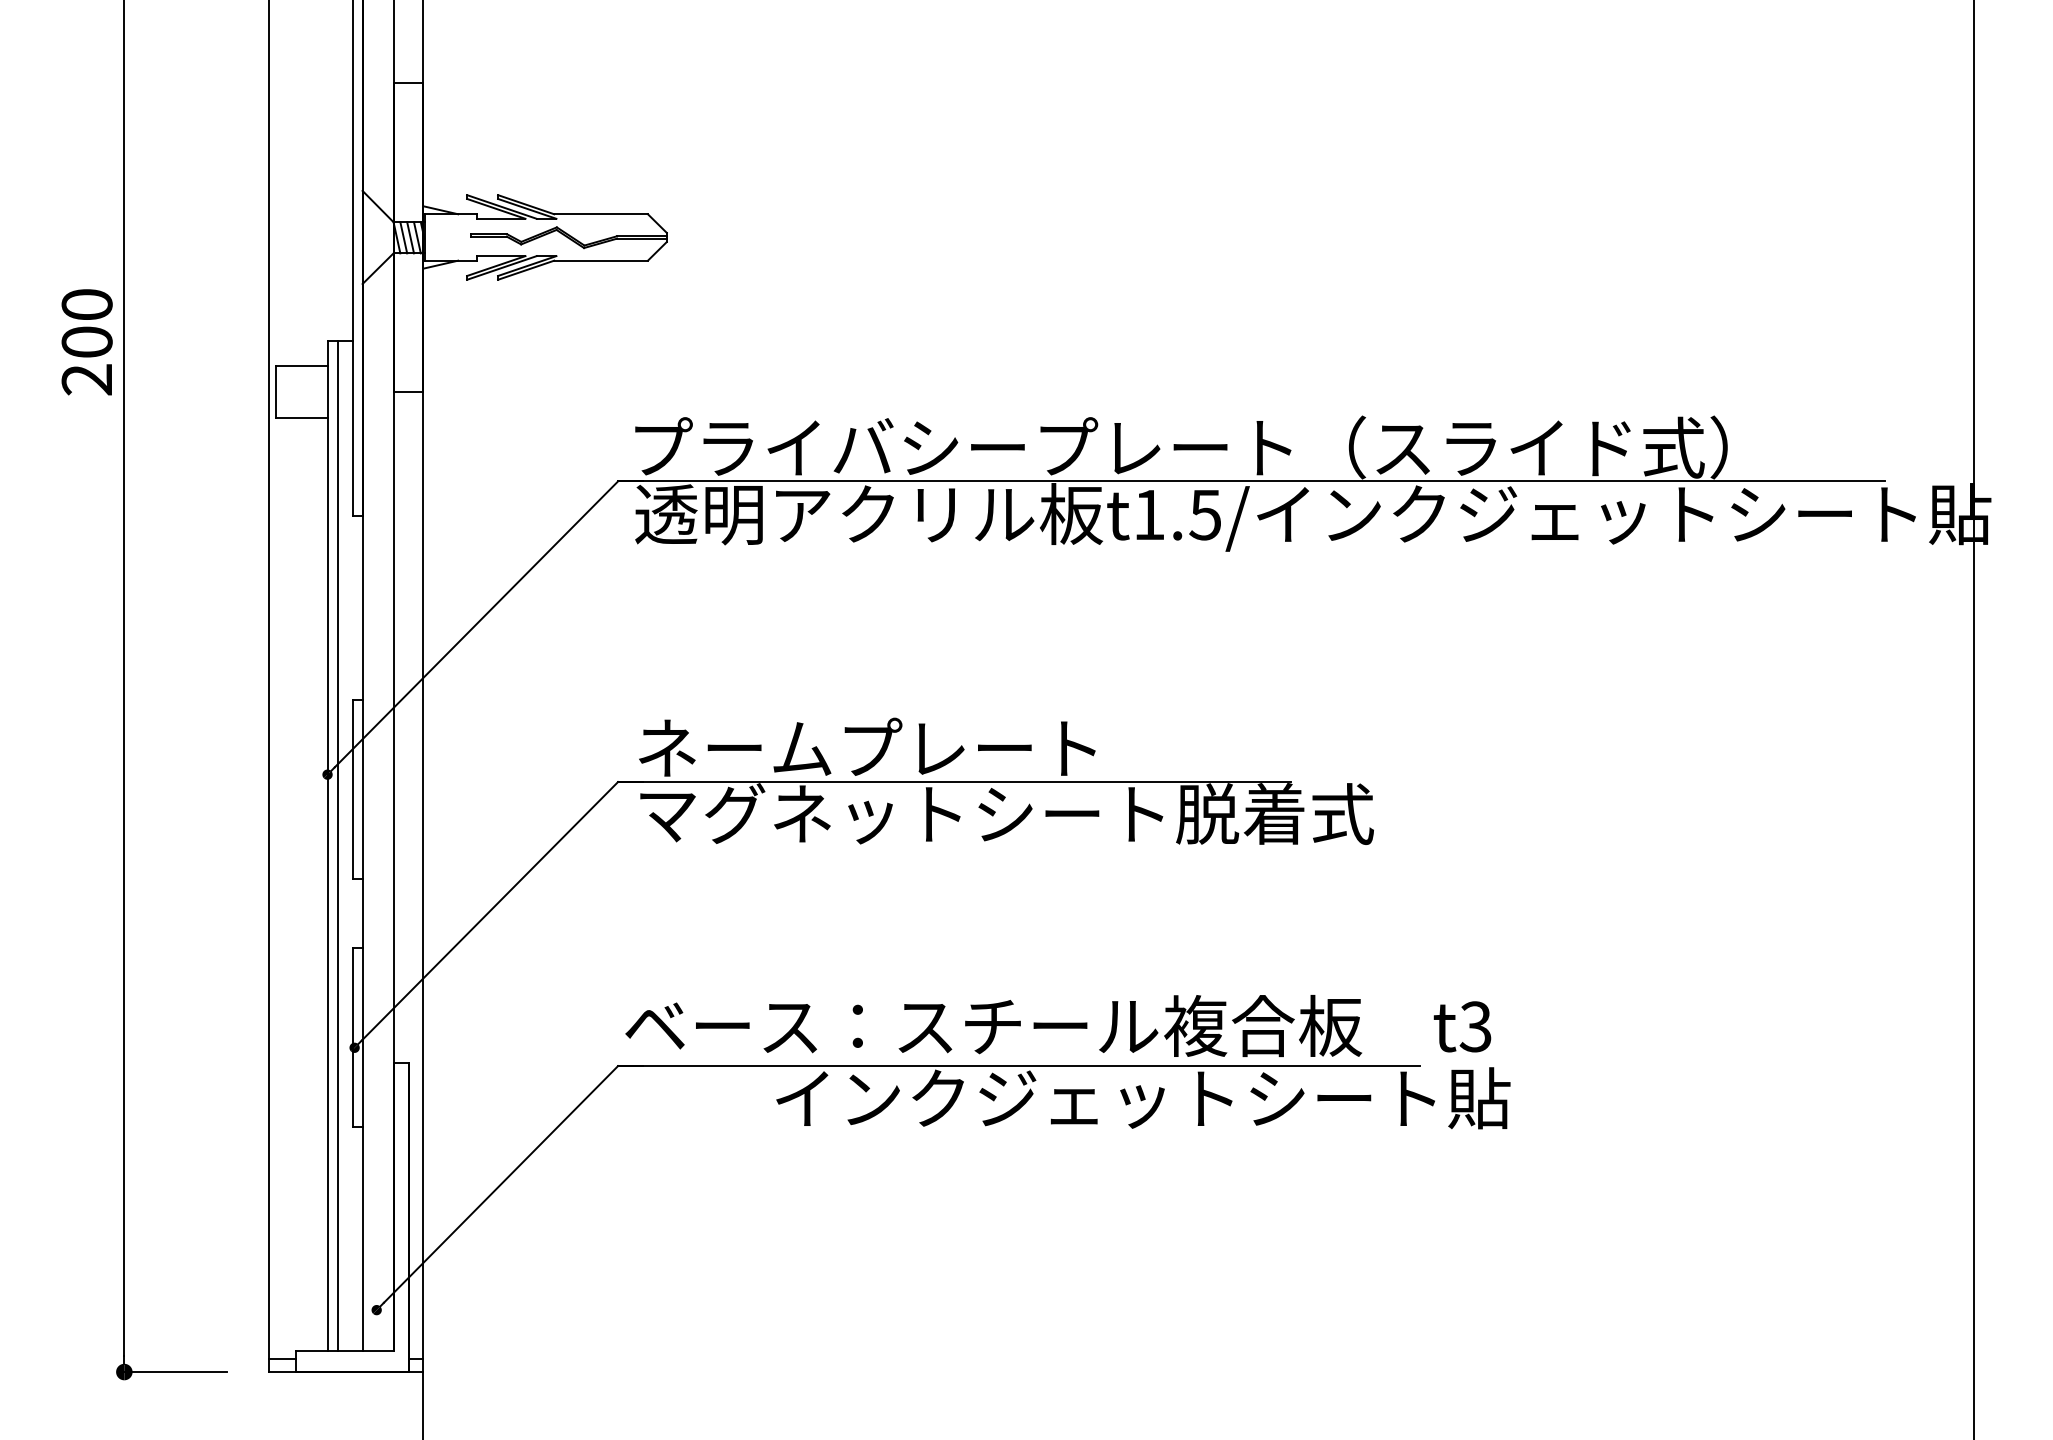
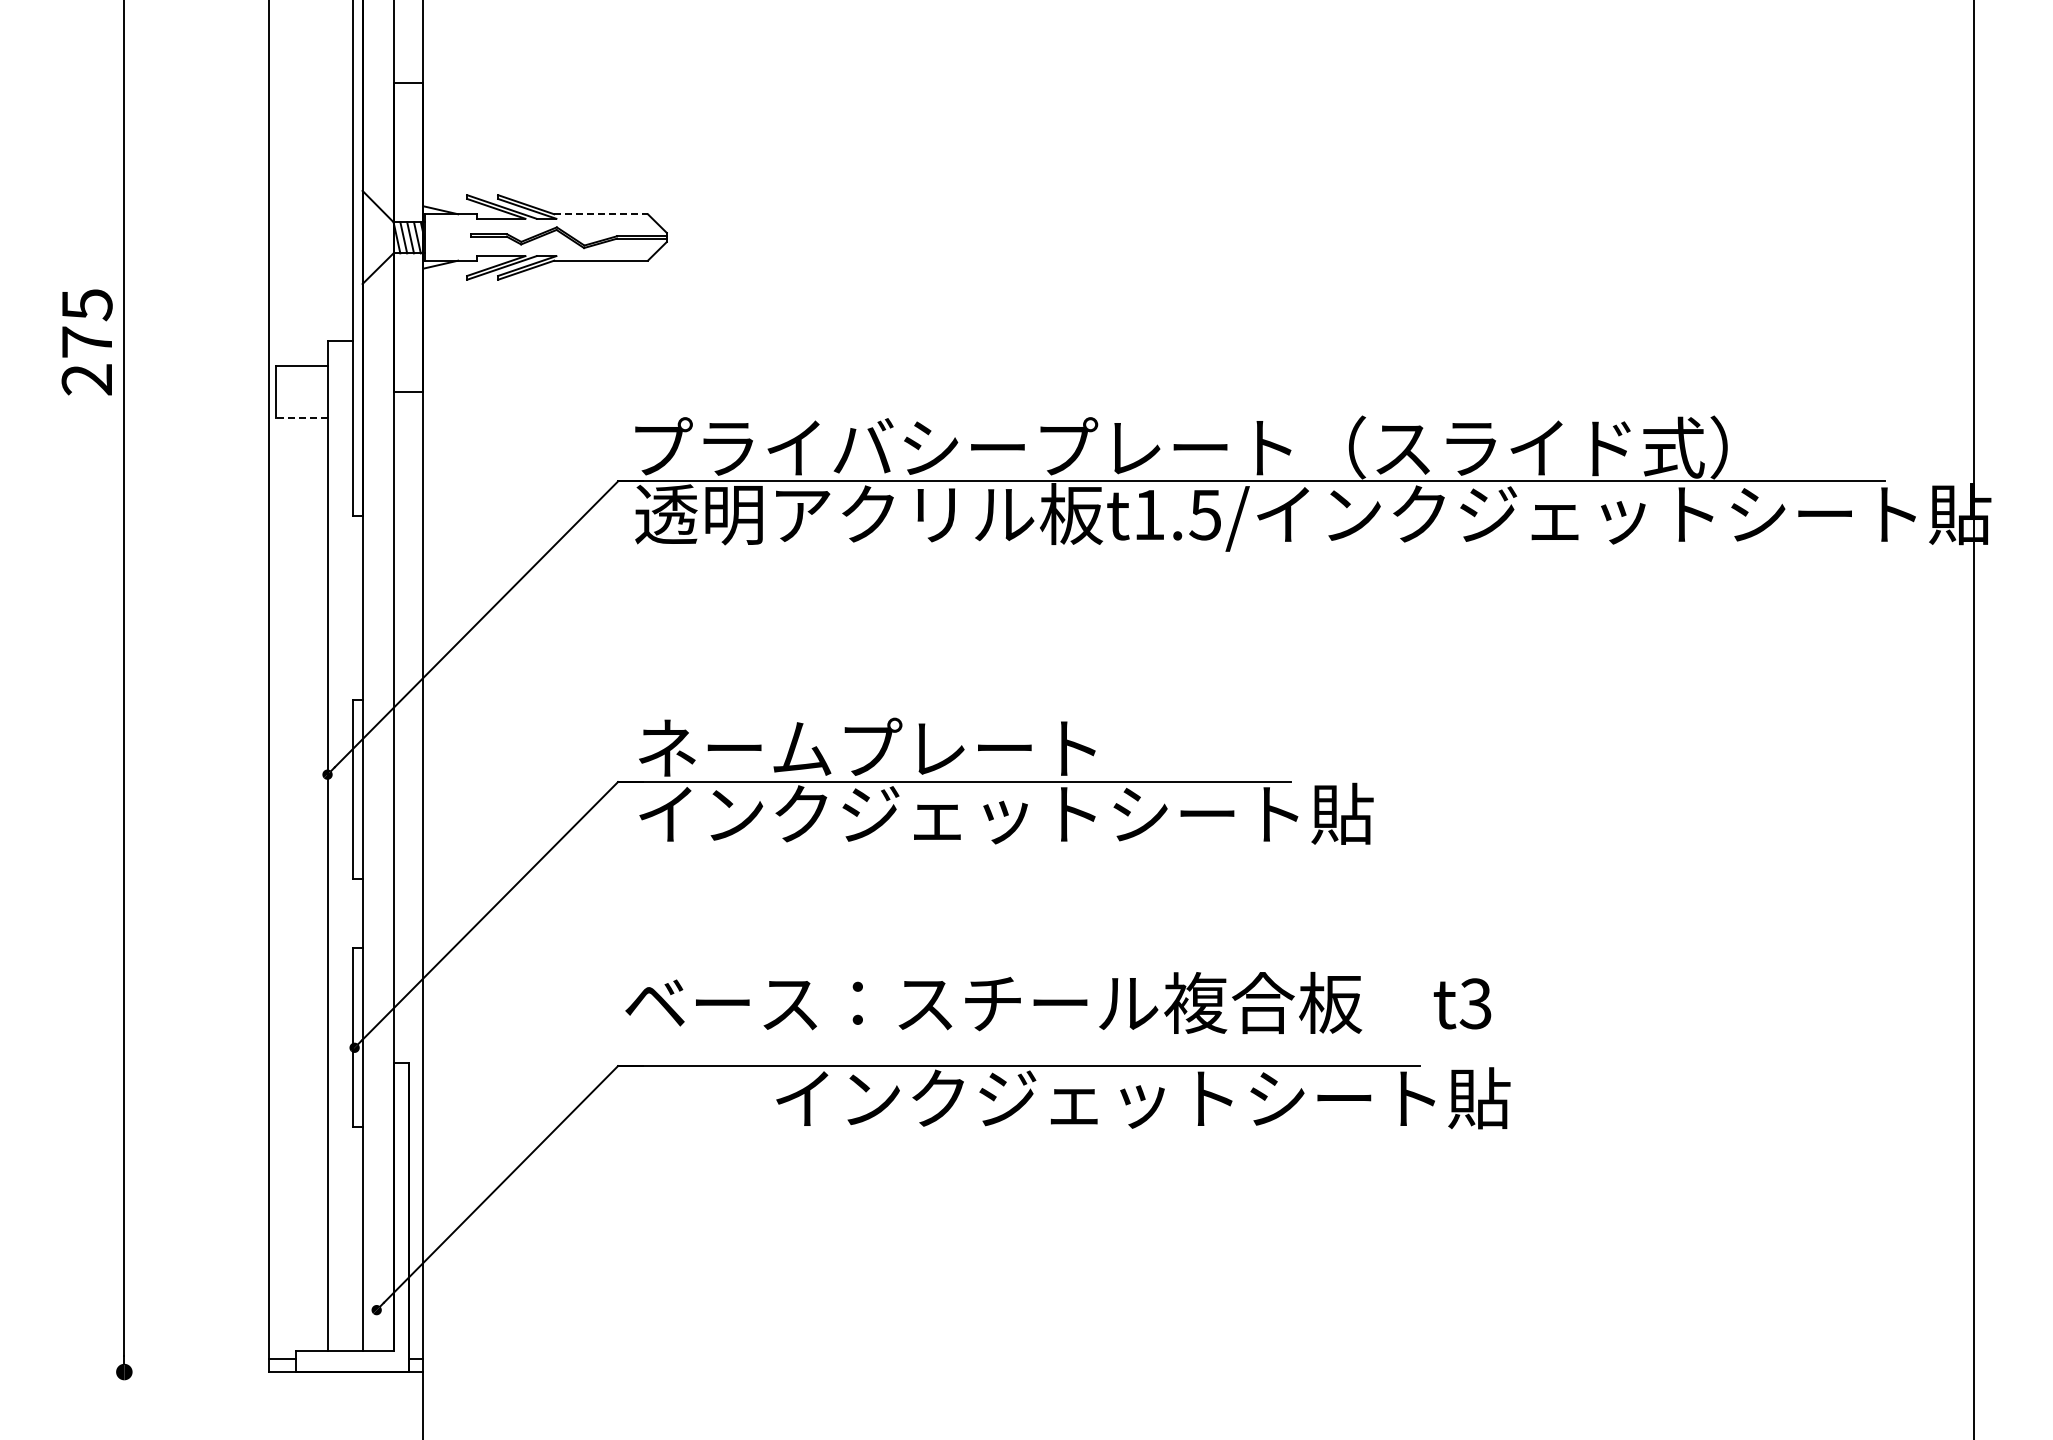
line at (601, 214): solid -> dashed
text at (86, 323): 200 -> 275
line at (301, 417): solid -> dashed
text at (1006, 813): マグネットシート脱着式 -> インクジェットシート貼
line at (337, 845): present -> none
text at (1058, 1025) position: (1058, 1025) -> (1058, 1002)
line at (175, 1372): present -> none
